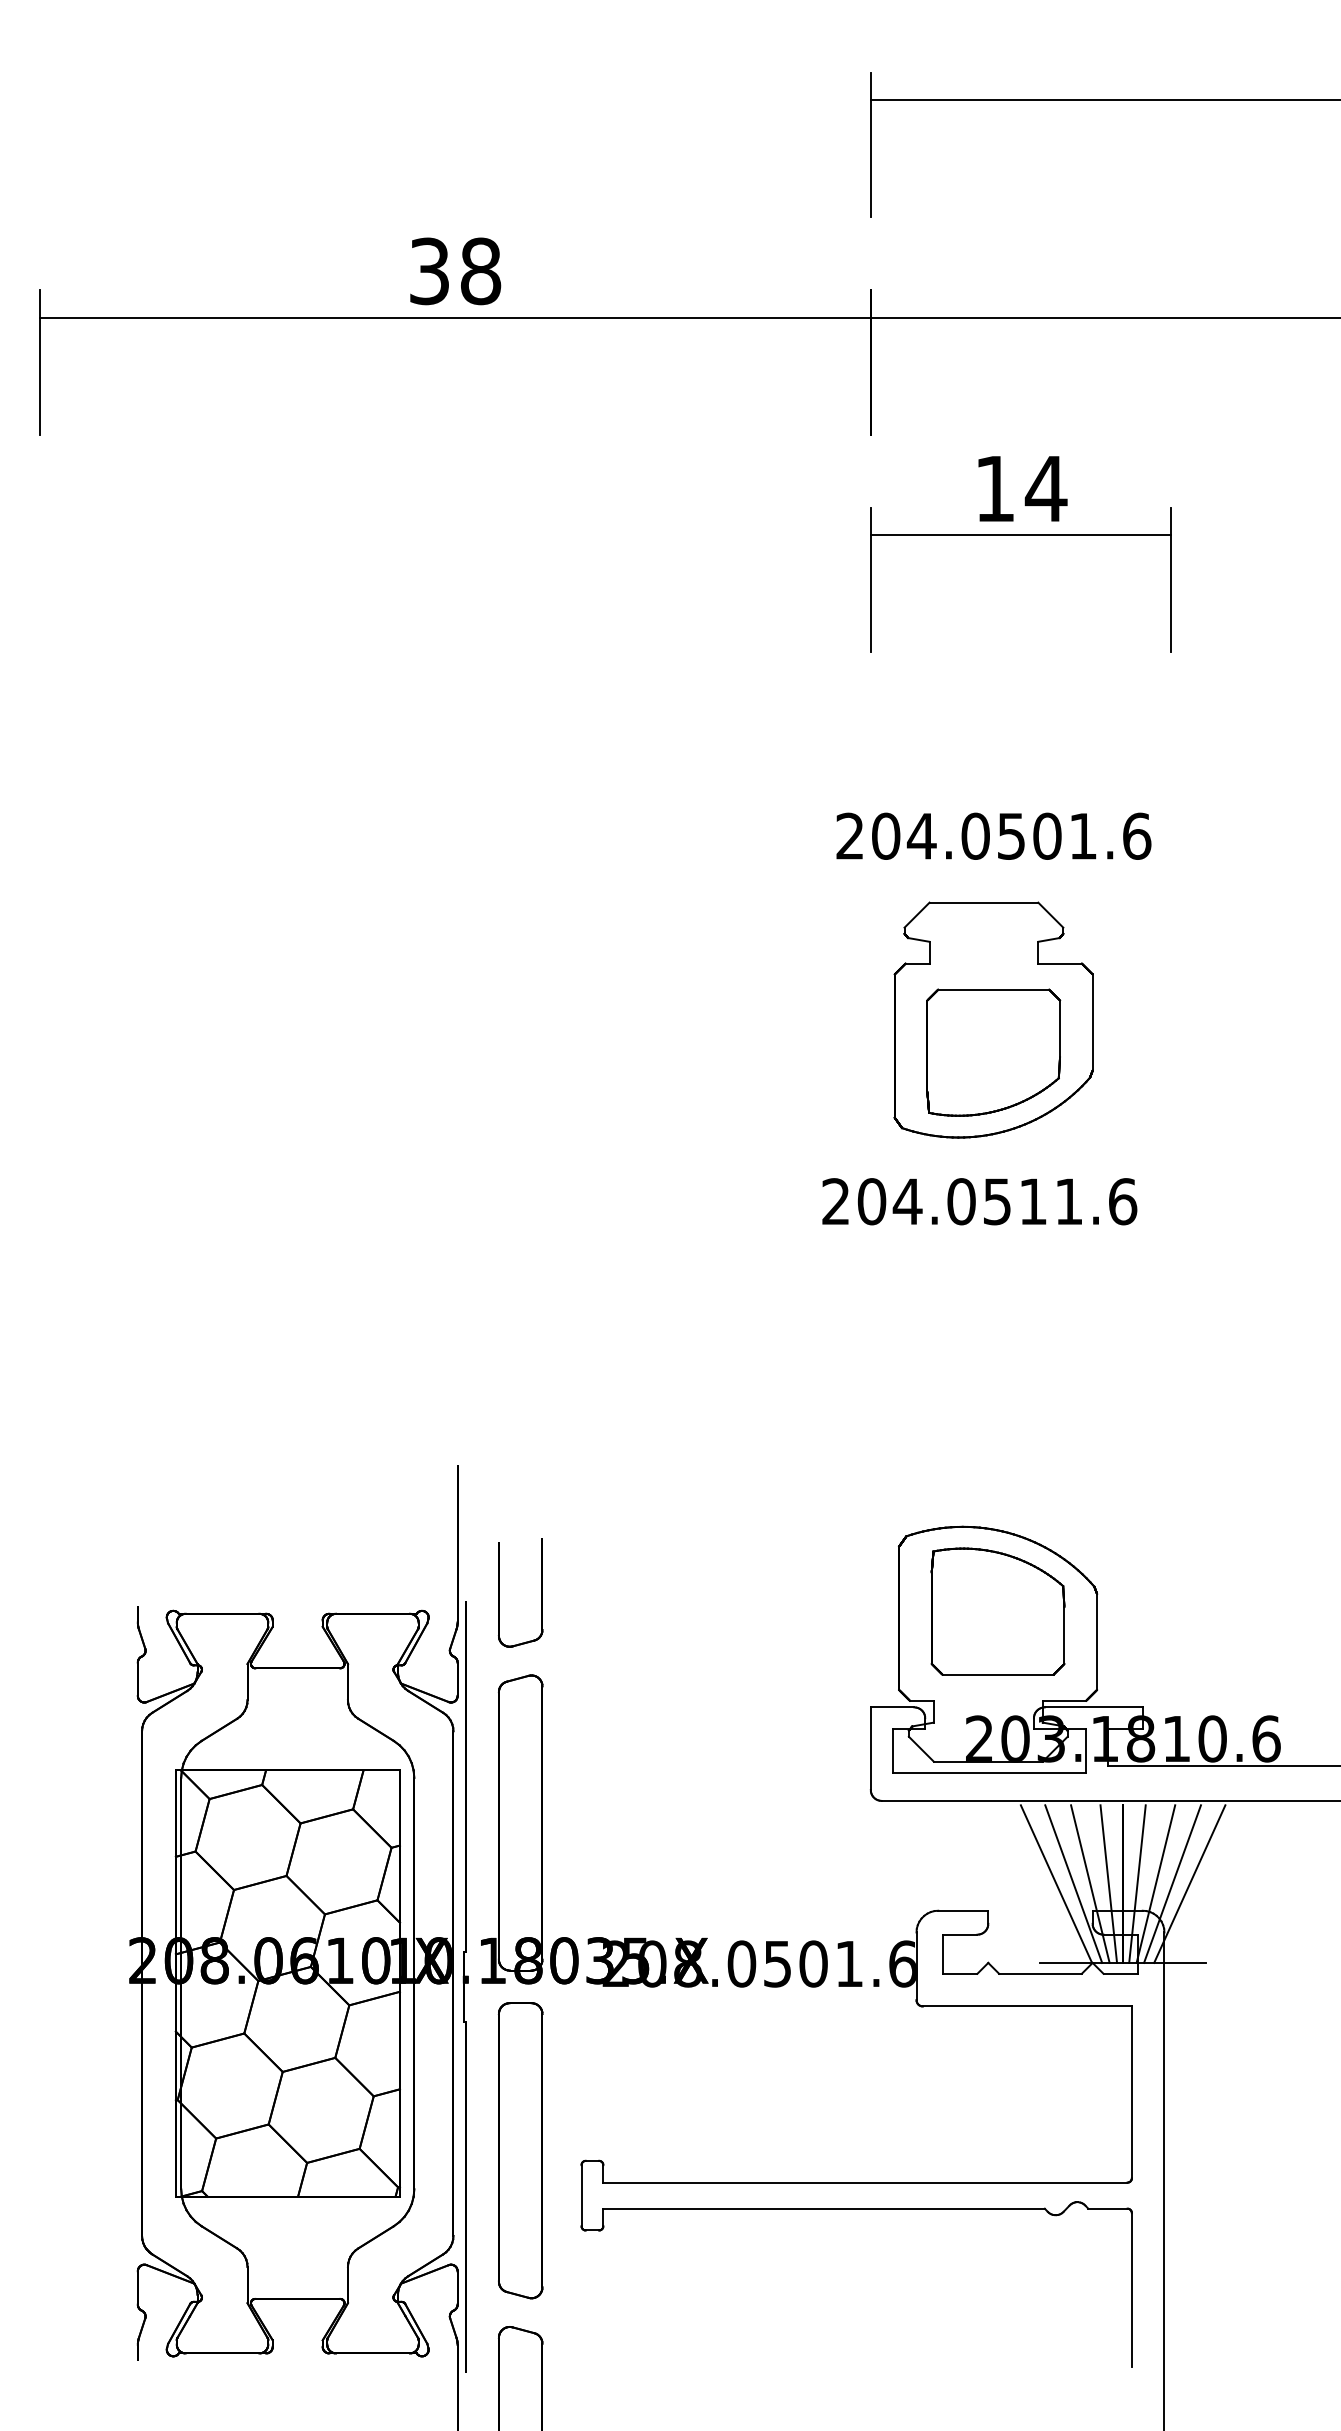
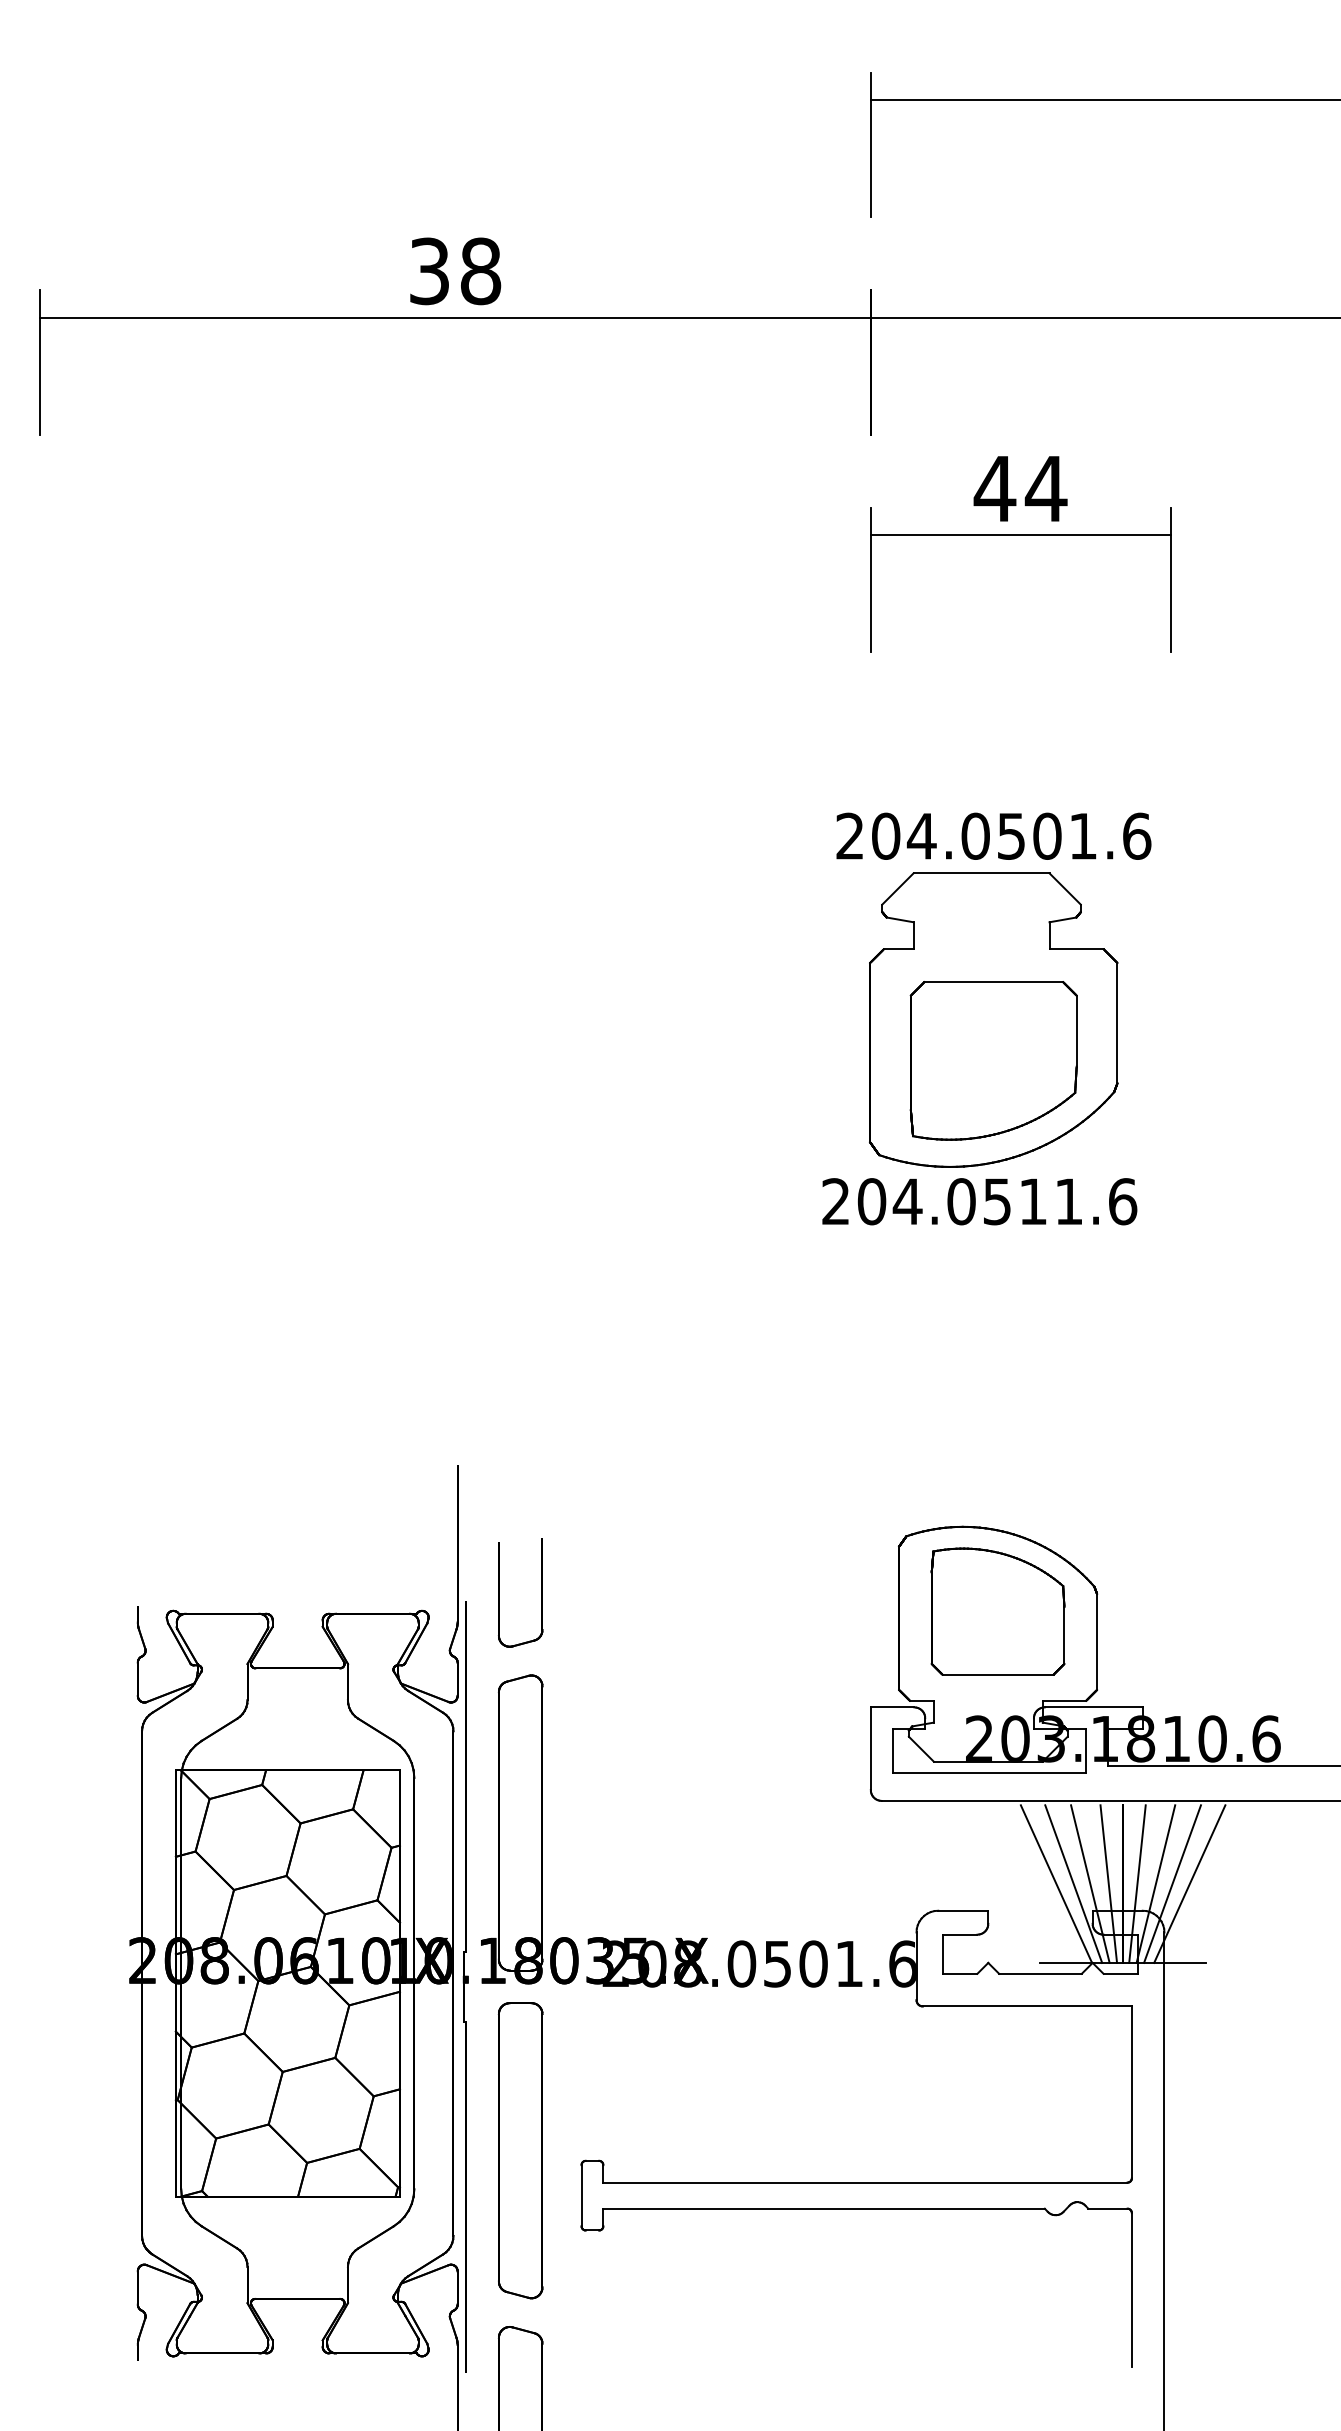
text at (994, 488): 14 -> 44
part at (993, 1019) size: 201x238 px -> 250x296 px
